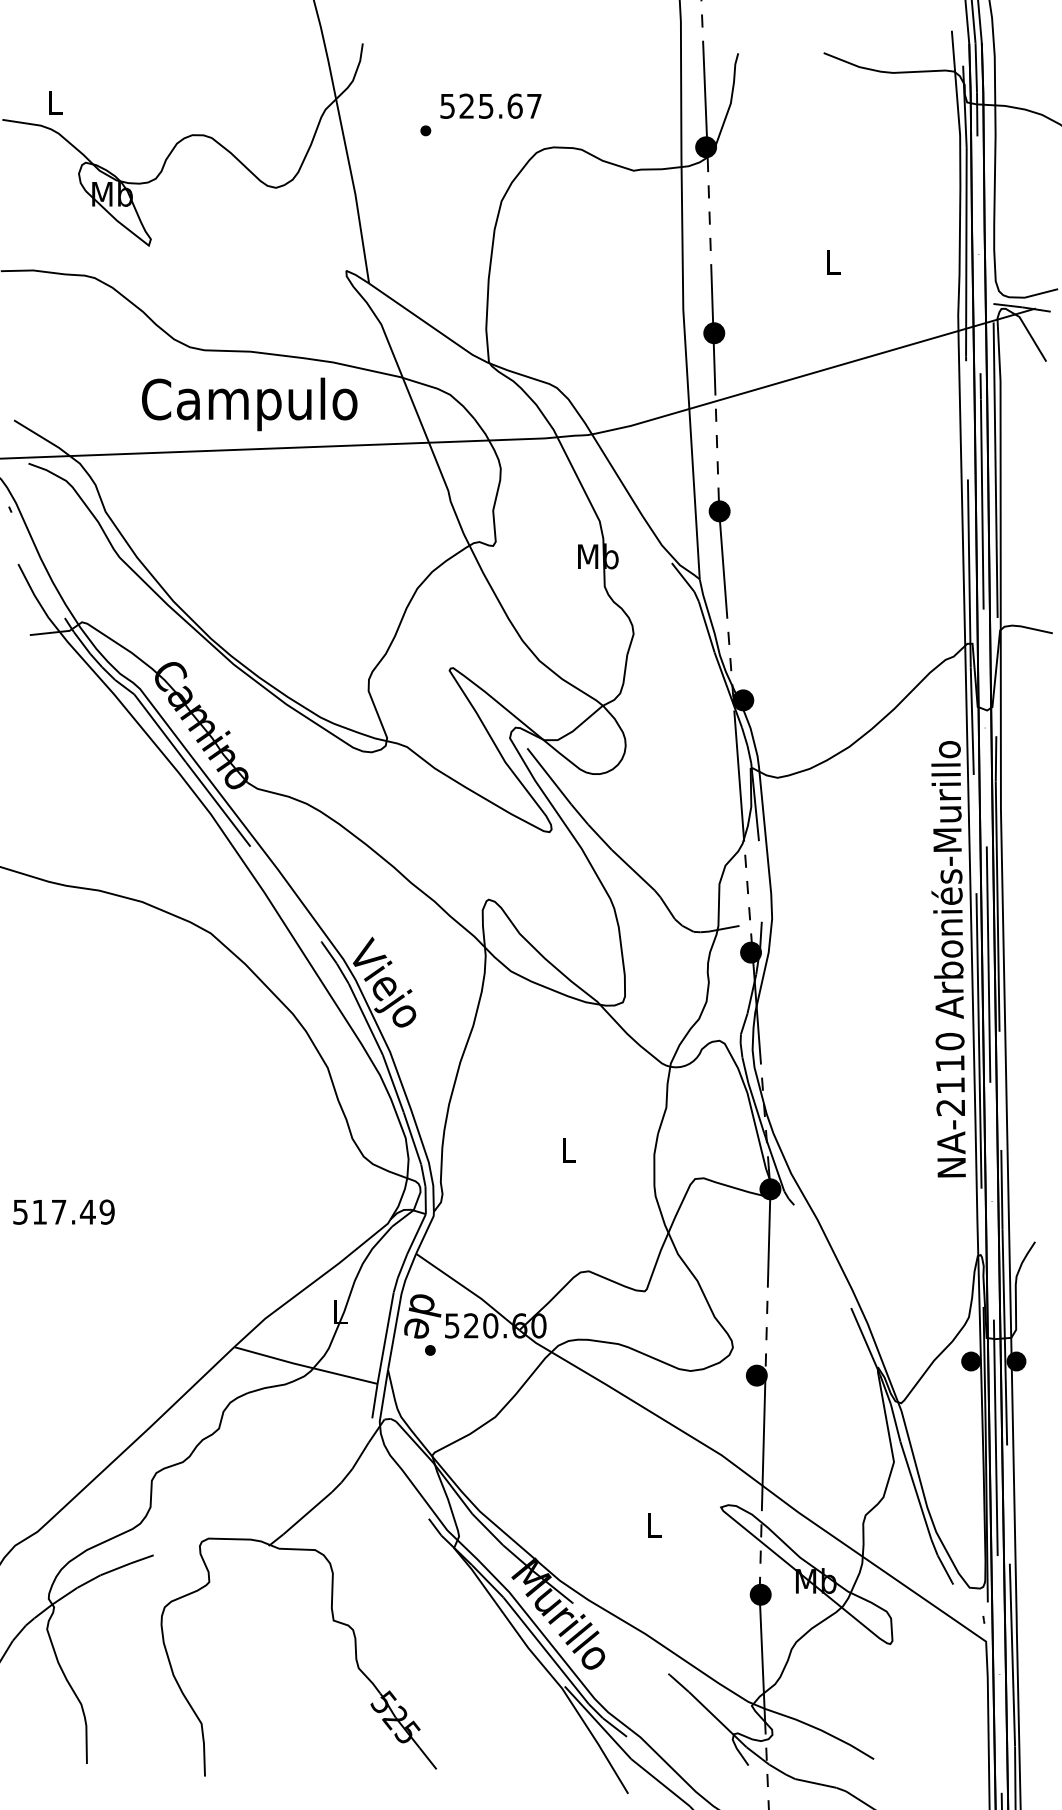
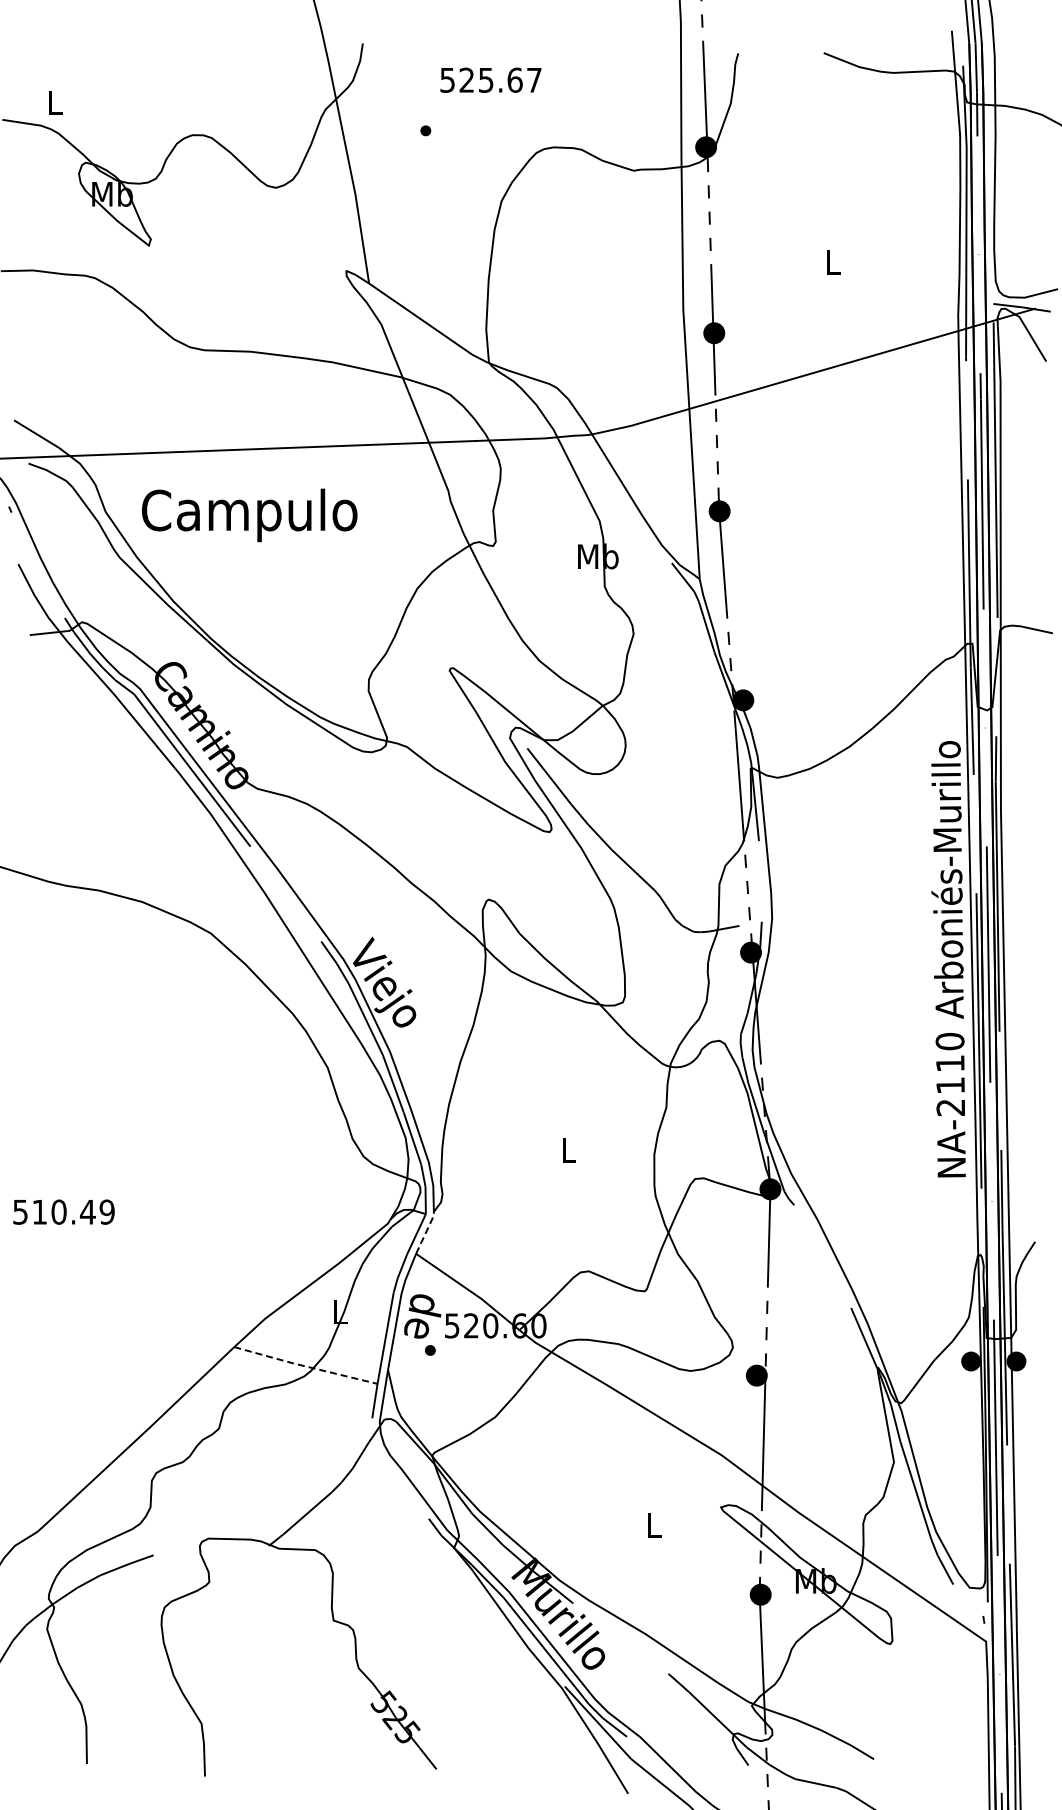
text at (490, 105) position: (490, 105) -> (490, 79)
text at (249, 404) position: (249, 404) -> (249, 515)
text at (58, 1211): 517.49 -> 510.49
line at (426, 1232): solid -> dashed
line at (305, 1366): solid -> dashed
